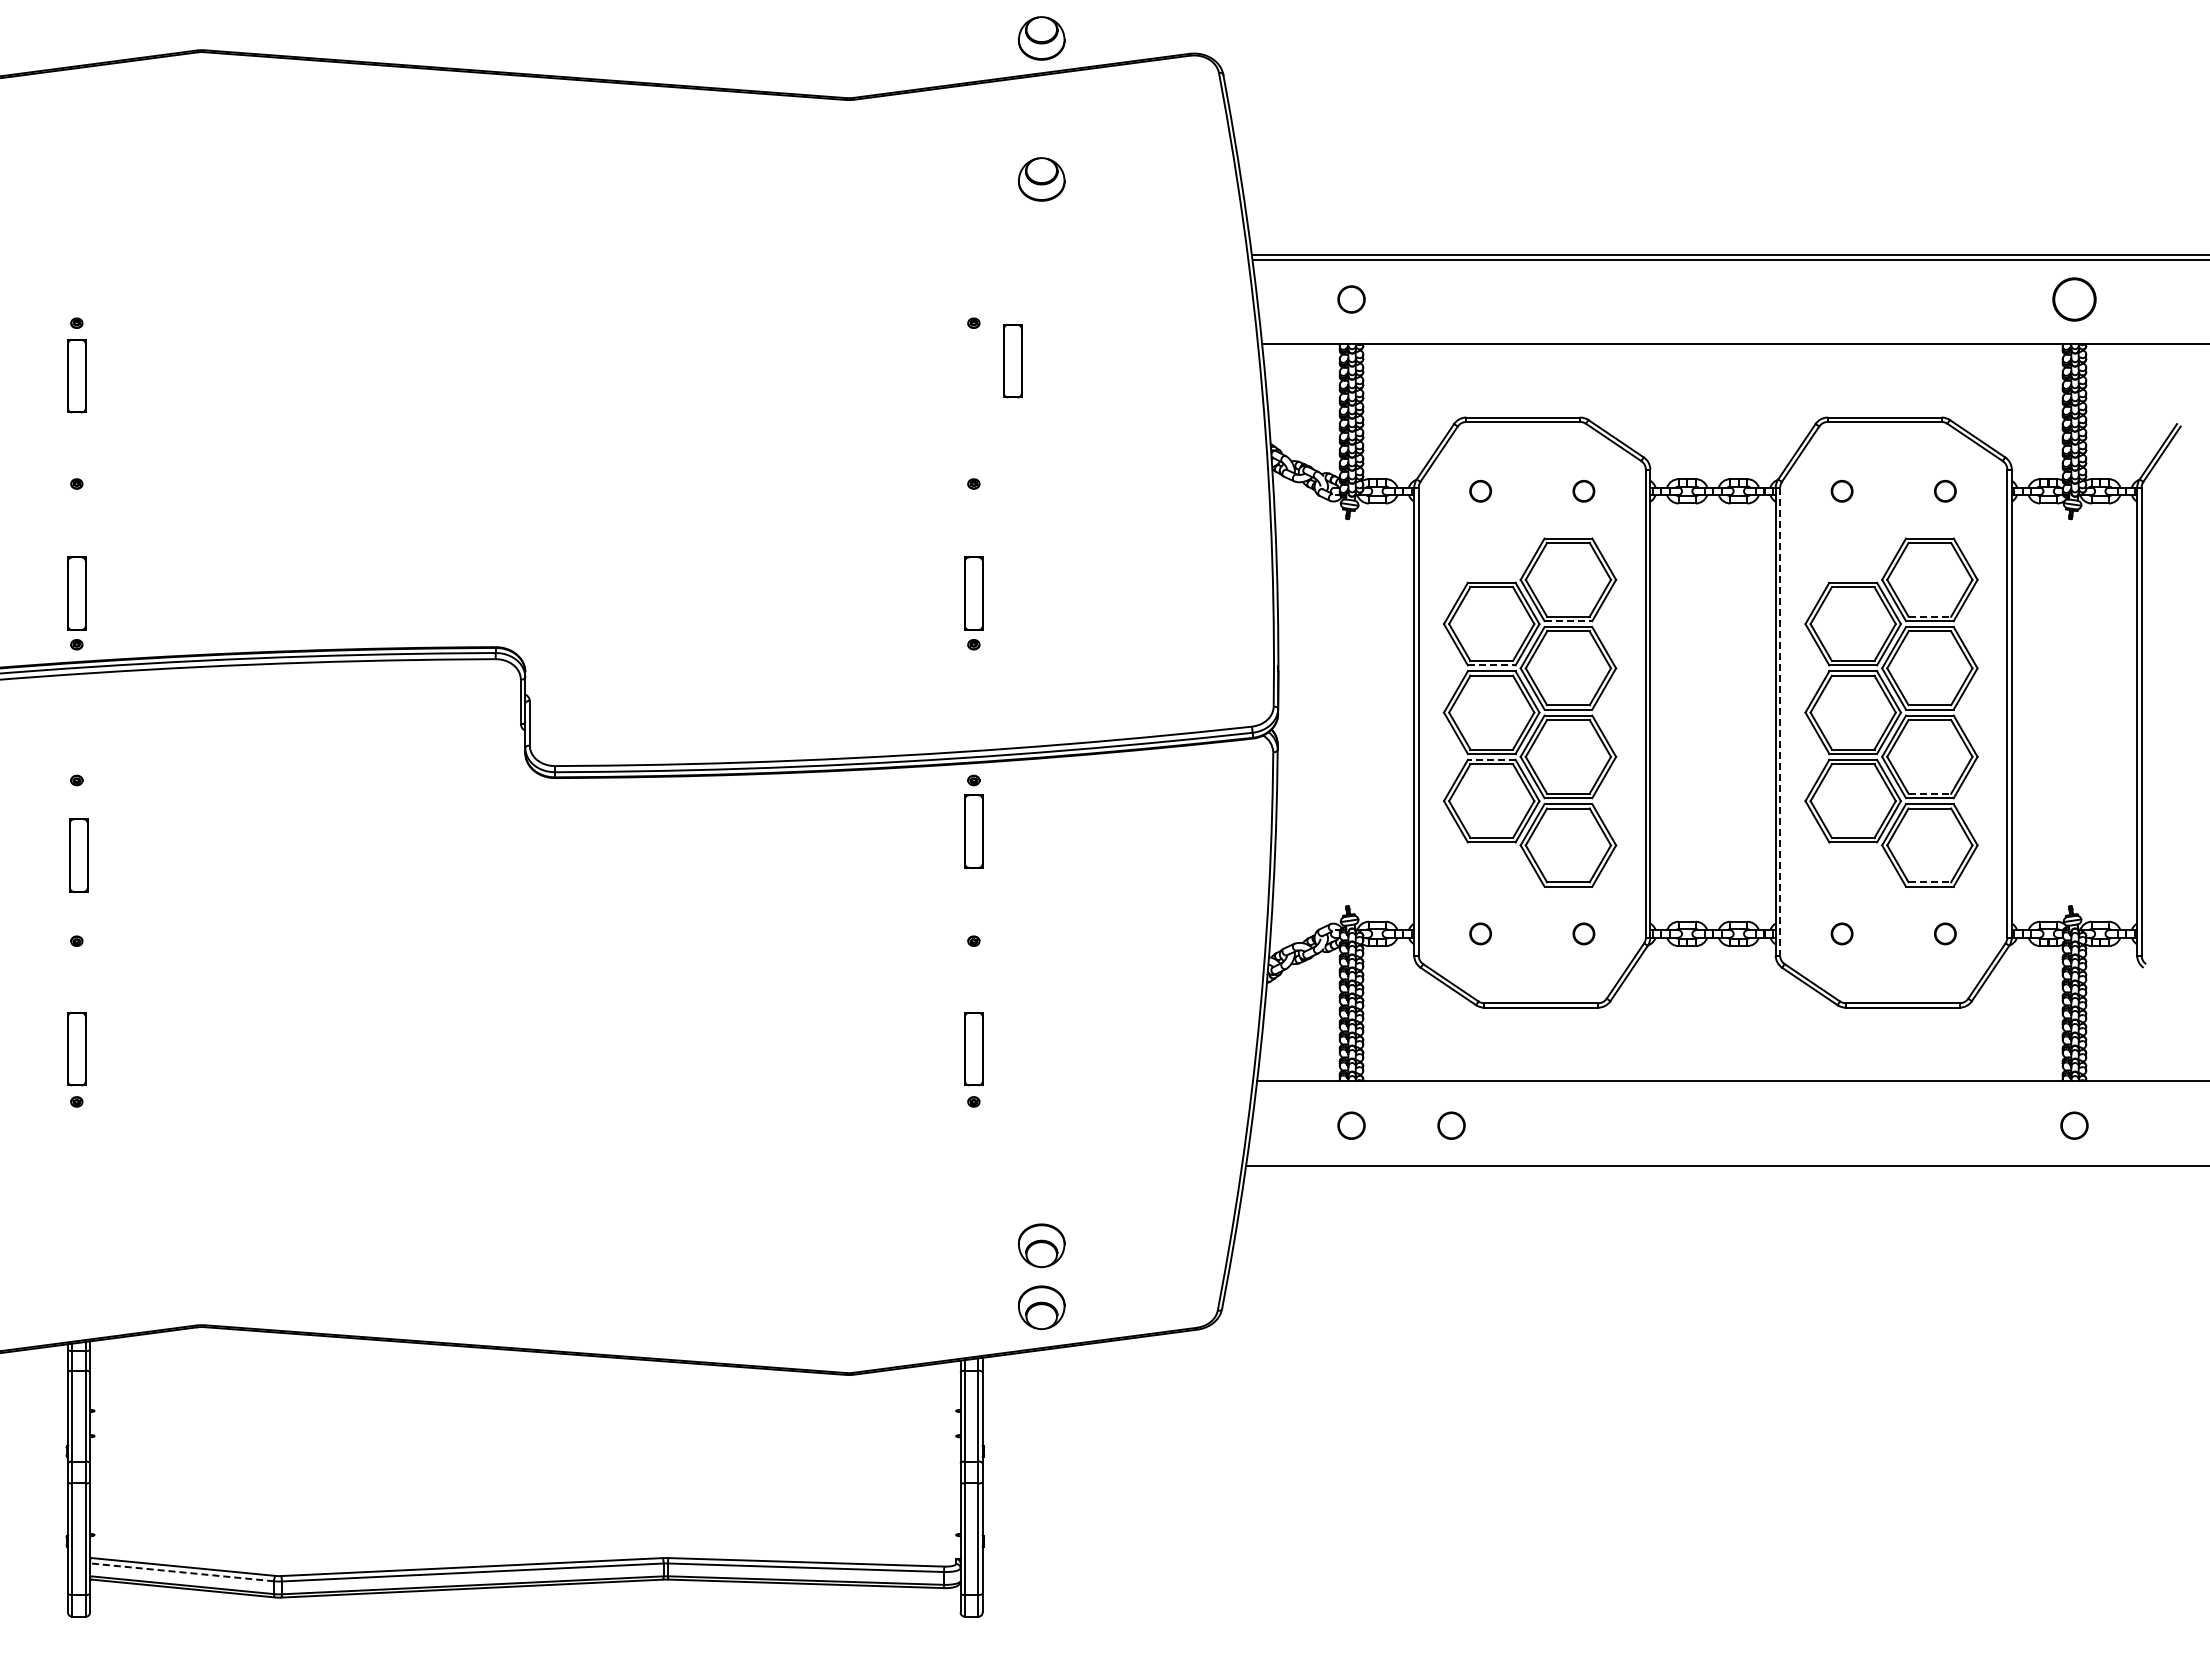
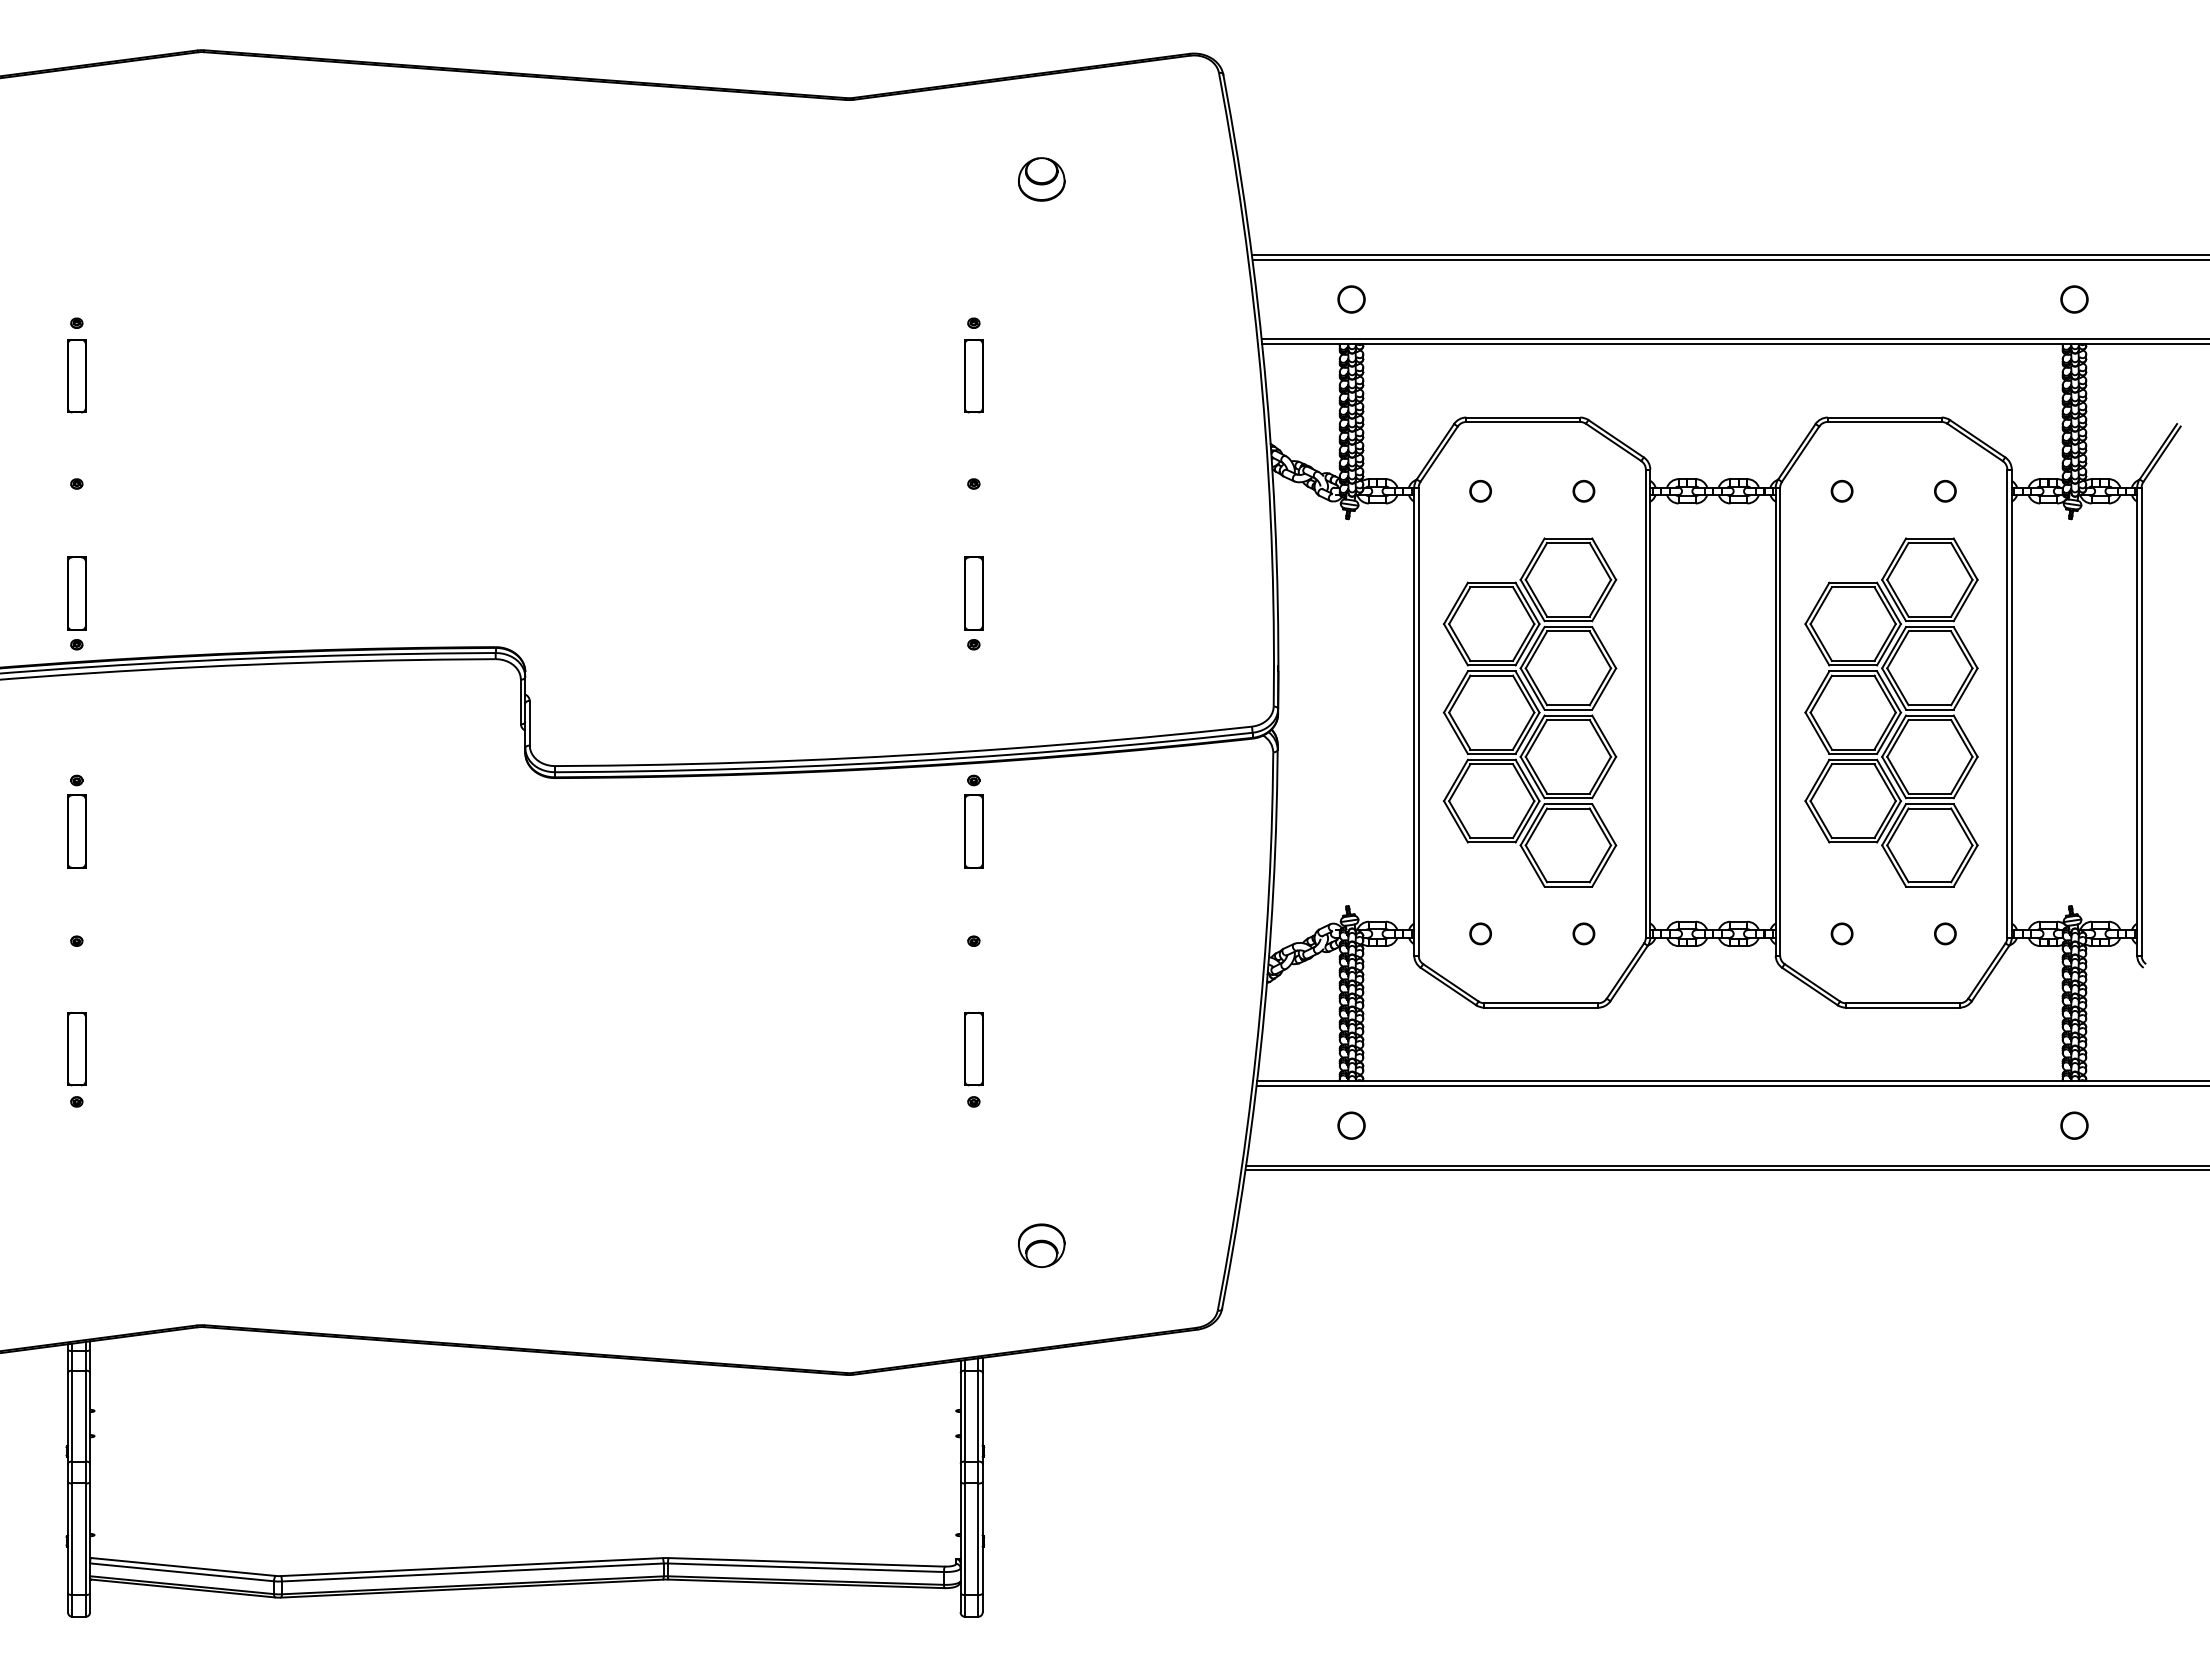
part at (1041, 38): present -> none
circle at (2074, 299) size: 45x45 px -> 29x29 px
line at (1733, 339): none -> present
part at (1012, 361) position: (1012, 361) -> (973, 376)
line at (1930, 616): dashed -> solid
line at (1568, 621): dashed -> solid
line at (1491, 665): dashed -> solid
line at (1780, 721): dashed -> solid
line at (1491, 759): dashed -> solid
line at (1930, 793): dashed -> solid
part at (78, 855) position: (78, 855) -> (76, 831)
line at (1930, 882): dashed -> solid
line at (1731, 1085): none -> present
circle at (1451, 1125): present -> none
line at (1725, 1169): none -> present
part at (1041, 1307): present -> none
line at (181, 1572): dashed -> solid
